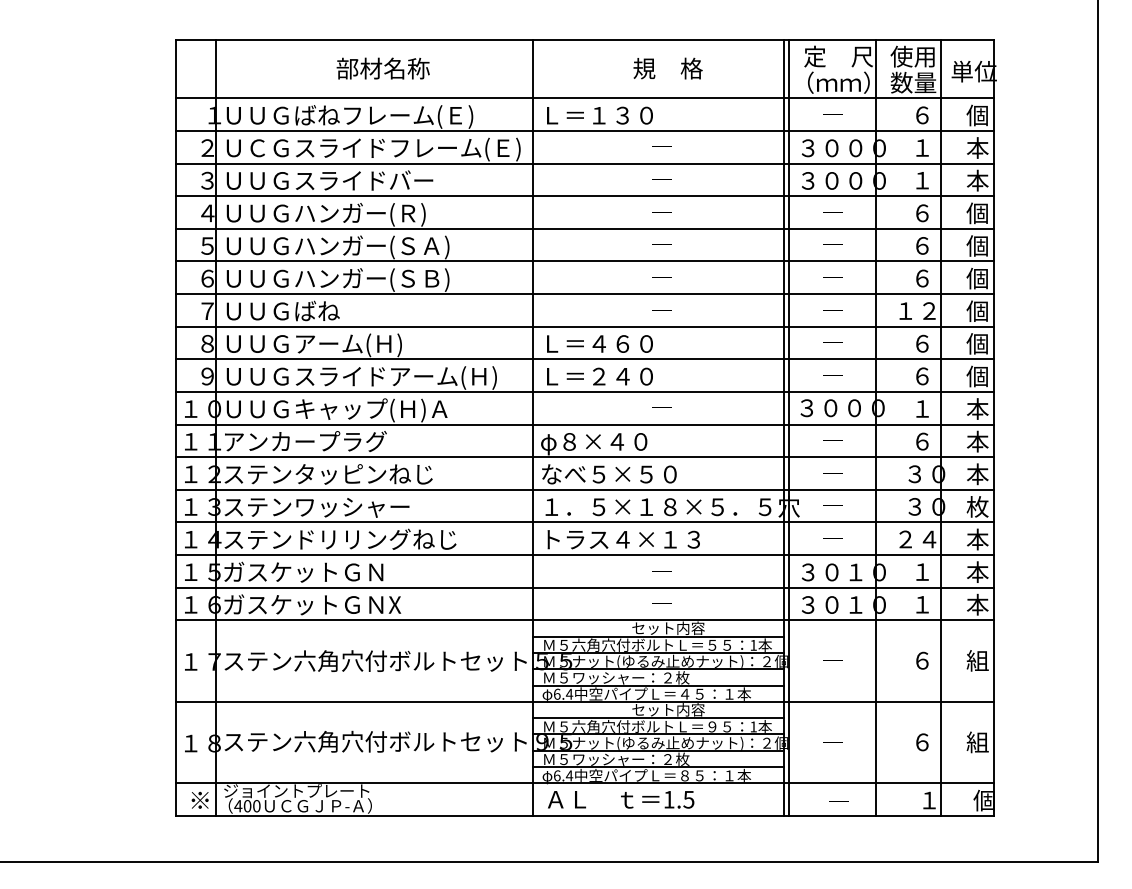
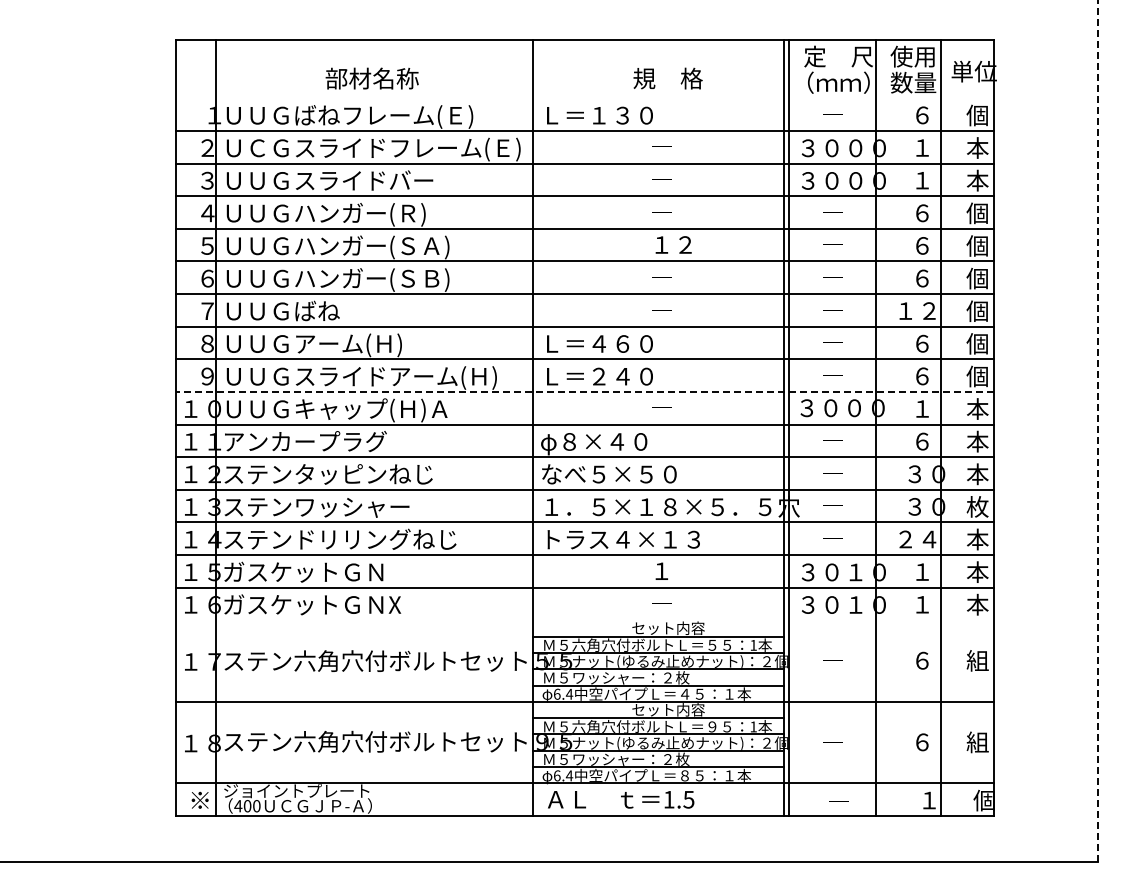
text at (382, 68) position: (382, 68) -> (371, 78)
text at (667, 68) position: (667, 68) -> (667, 78)
line at (584, 98): present -> none
text at (671, 244): ― -> １２
line at (585, 391): solid -> dashed
line at (1098, 431): solid -> dashed
text at (661, 570): ― -> １
line at (584, 620): present -> none
